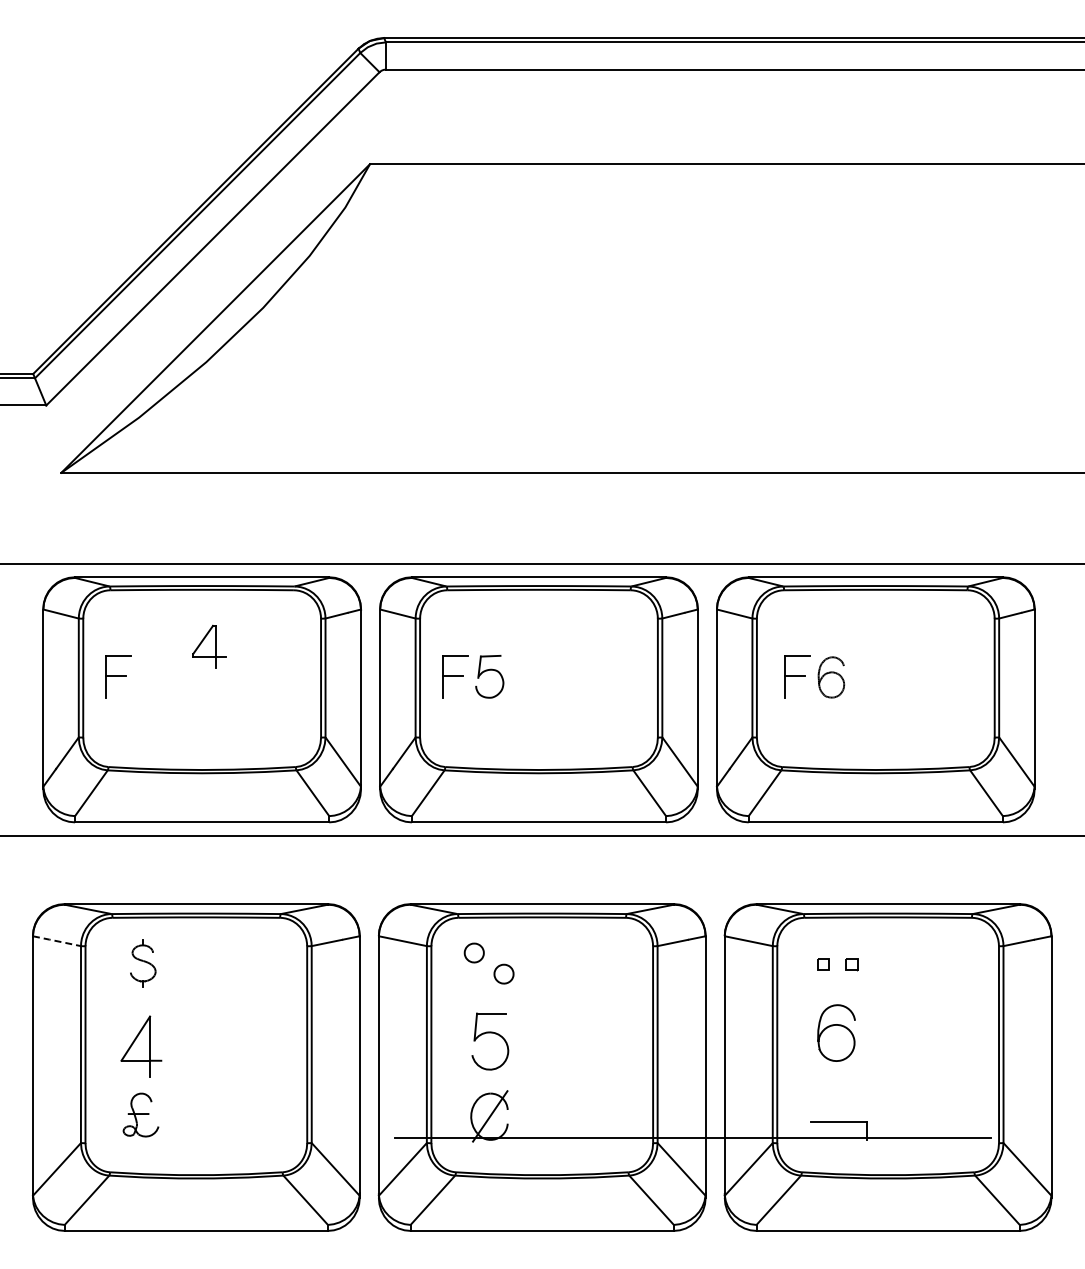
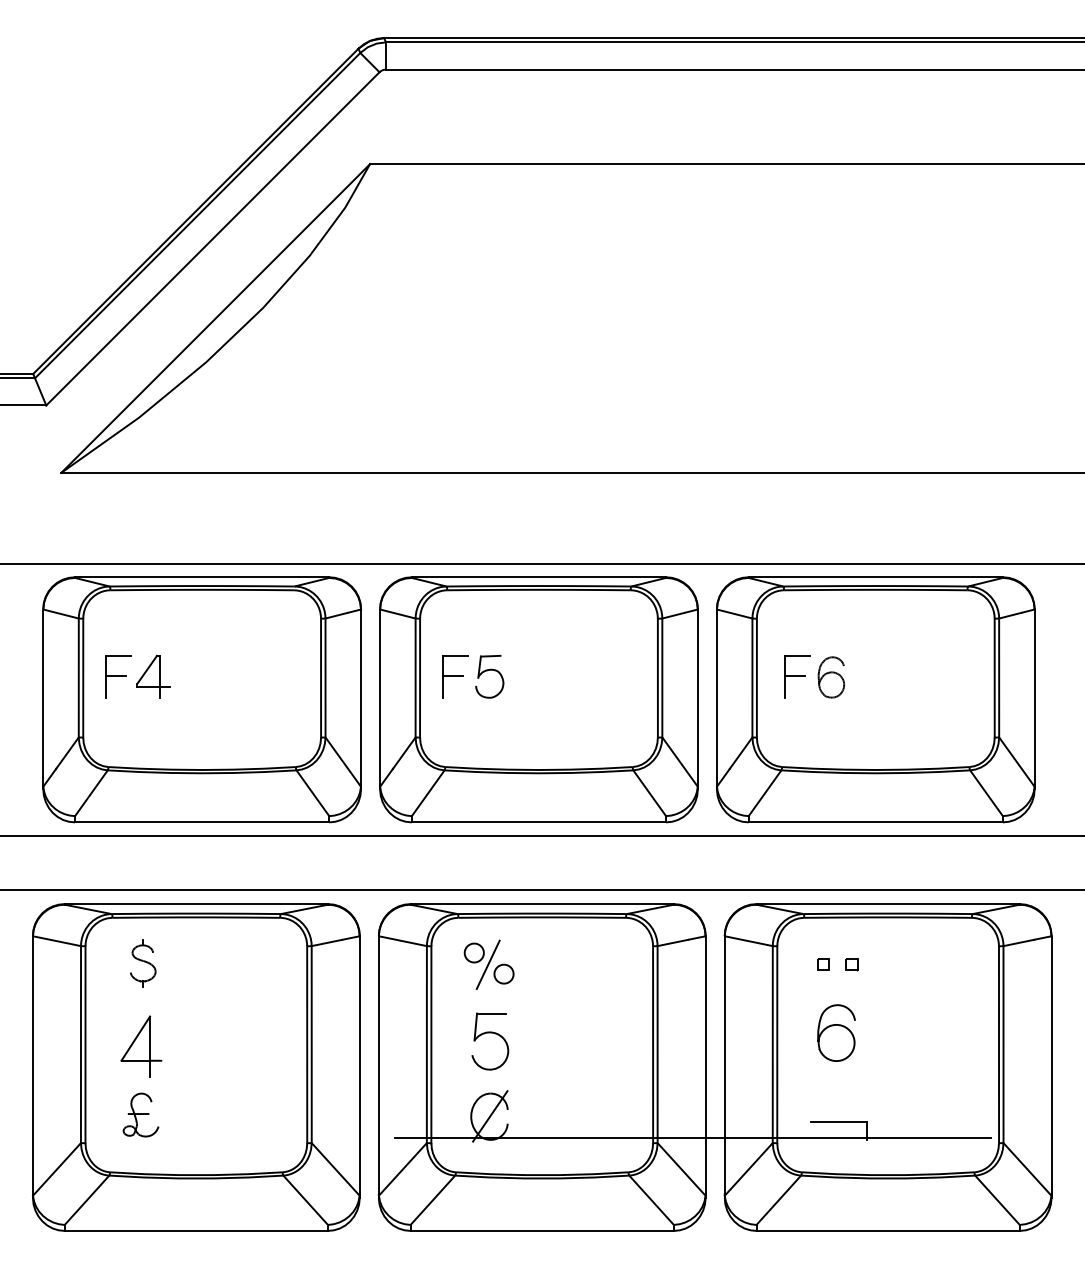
part at (209, 646) position: (209, 646) -> (153, 676)
line at (541, 890): none -> present
line at (57, 941): dashed -> solid
line at (487, 964): none -> present
